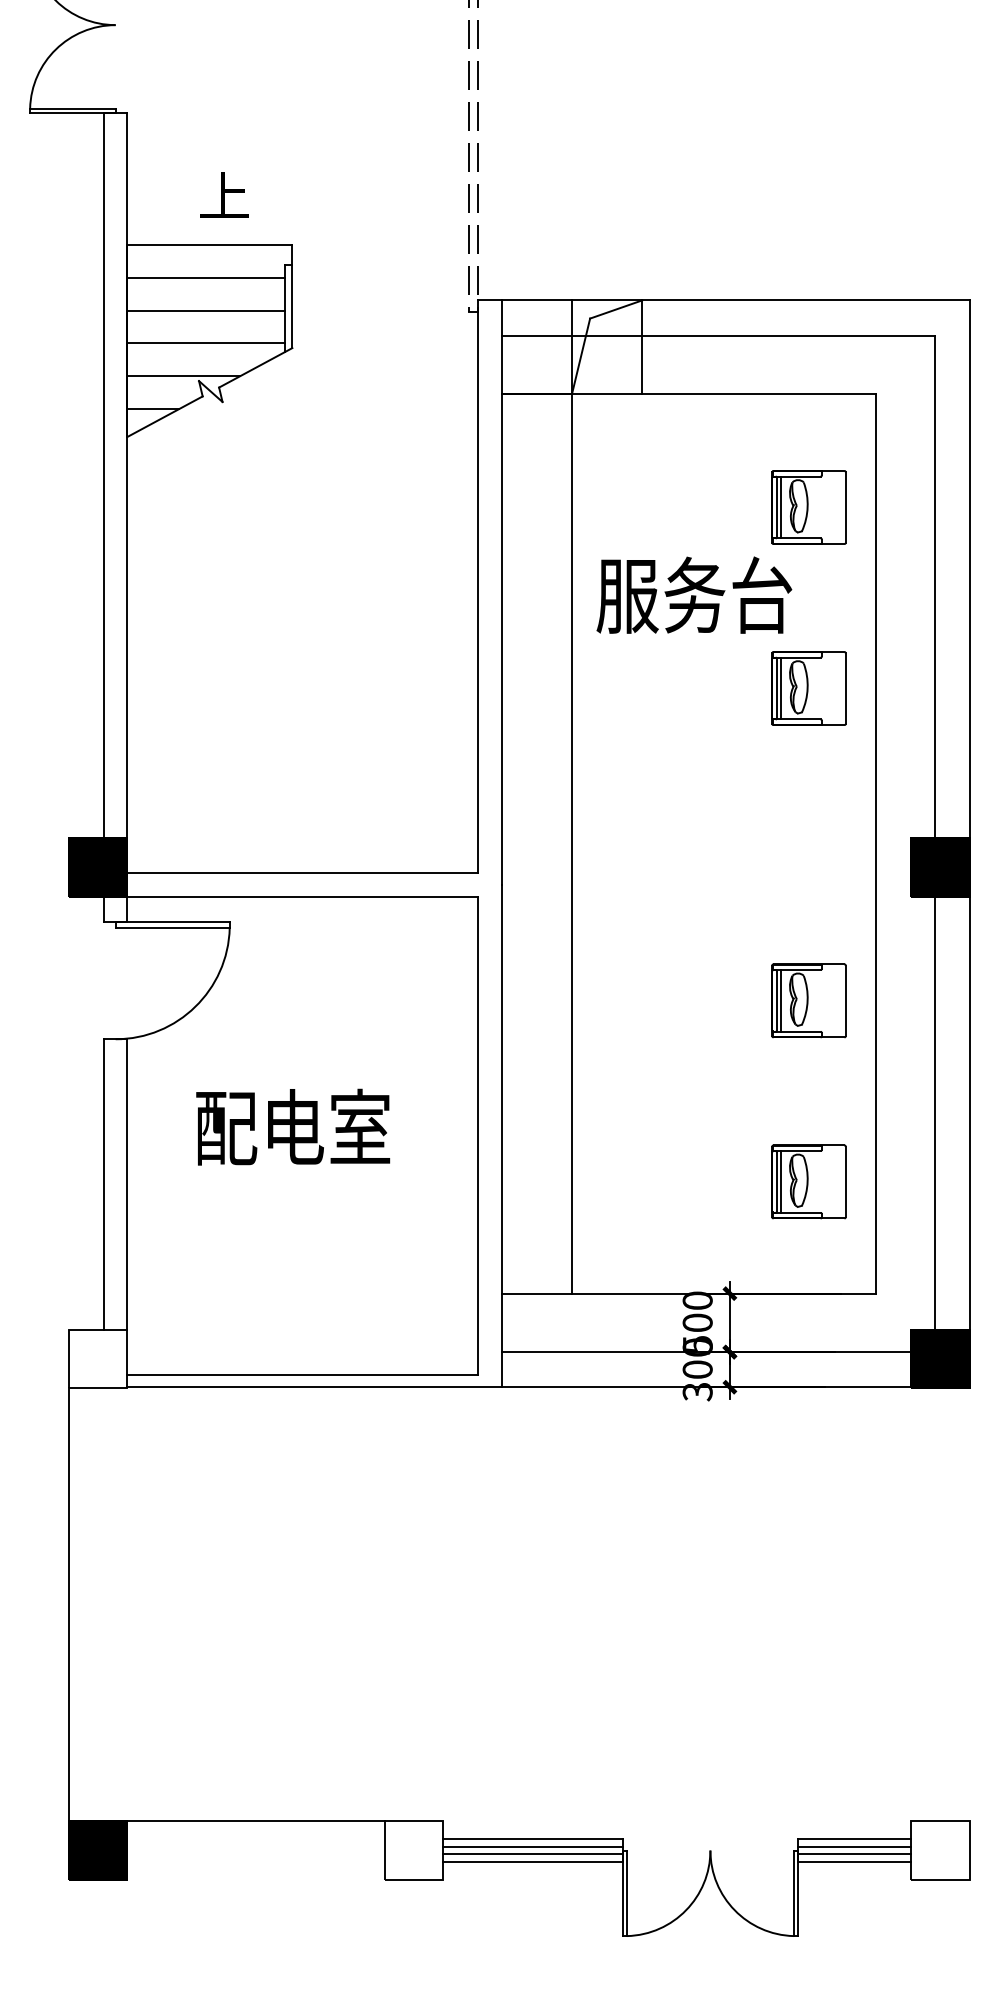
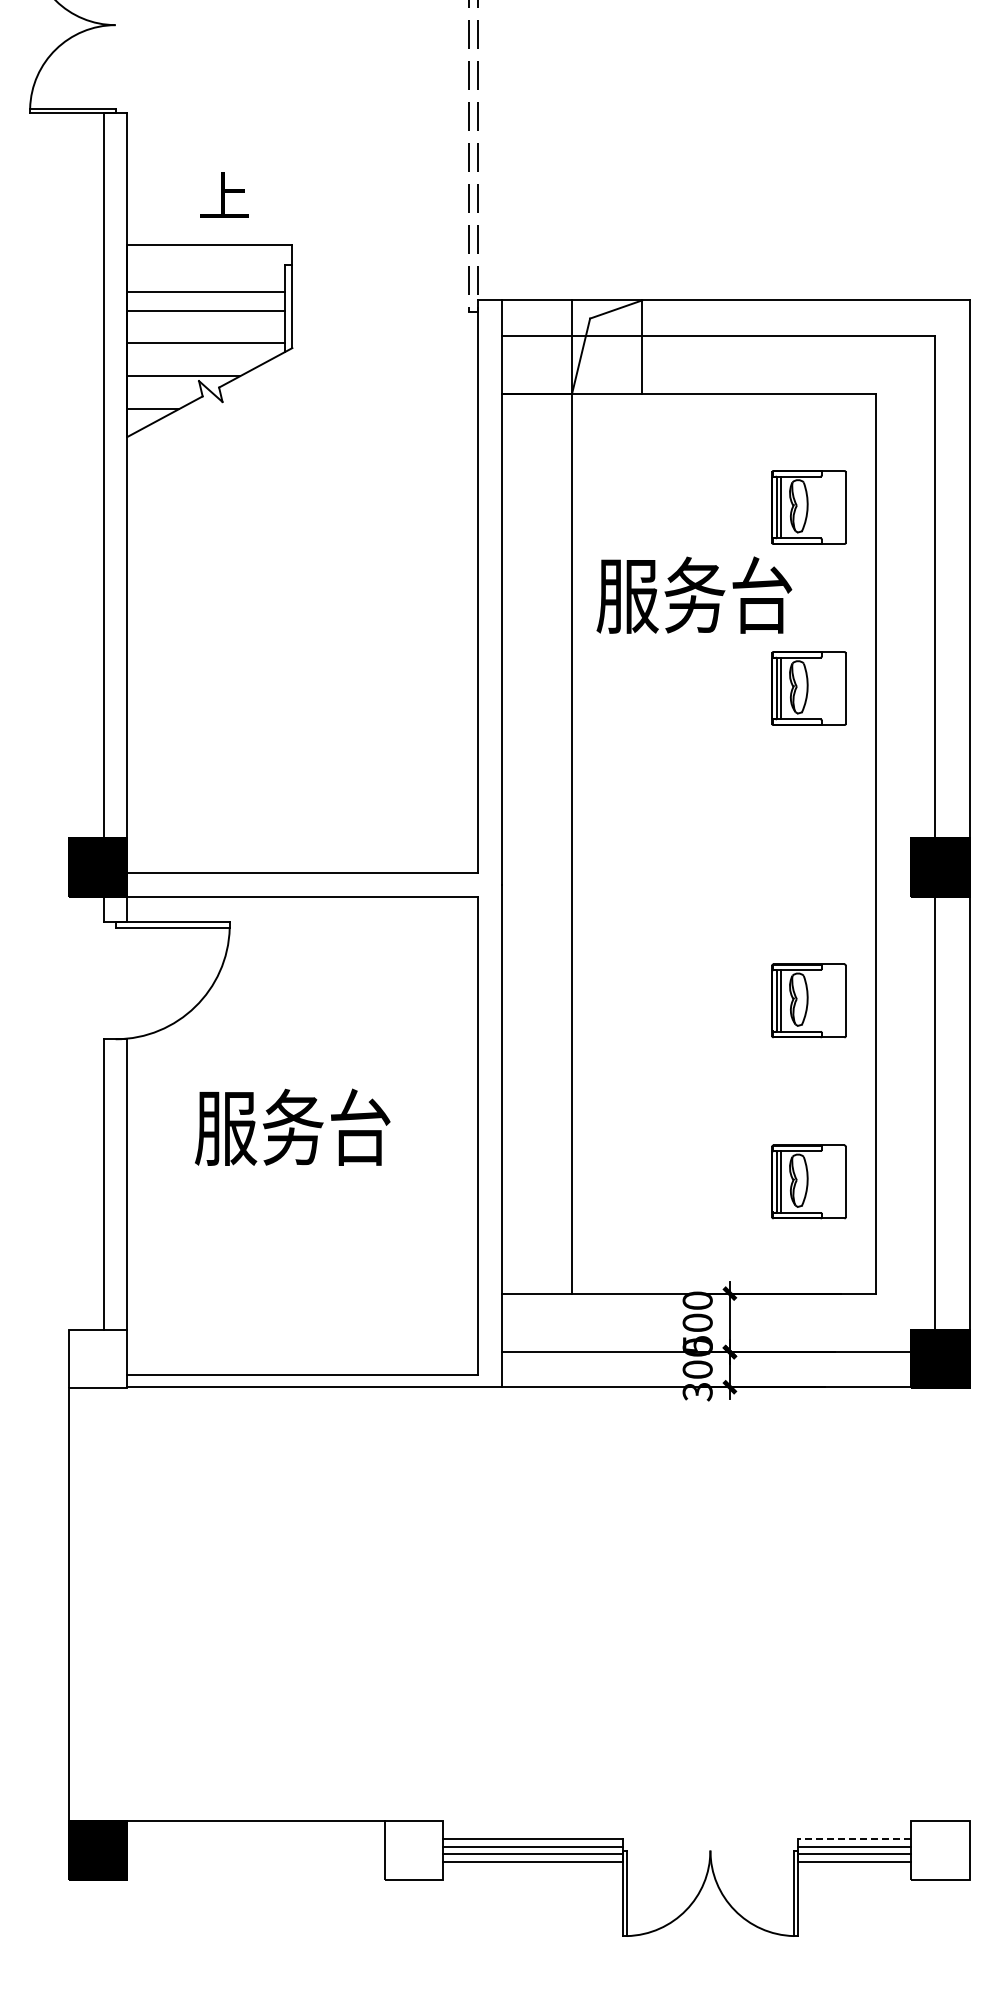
line at (206, 277) position: (206, 277) -> (206, 291)
text at (292, 1126): 配电室 -> 服务台
line at (854, 1838): solid -> dashed
